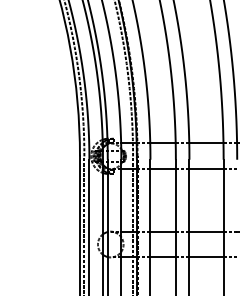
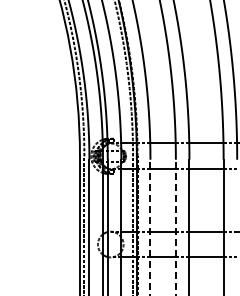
line at (150, 227): solid -> dashed
line at (175, 227): solid -> dashed
